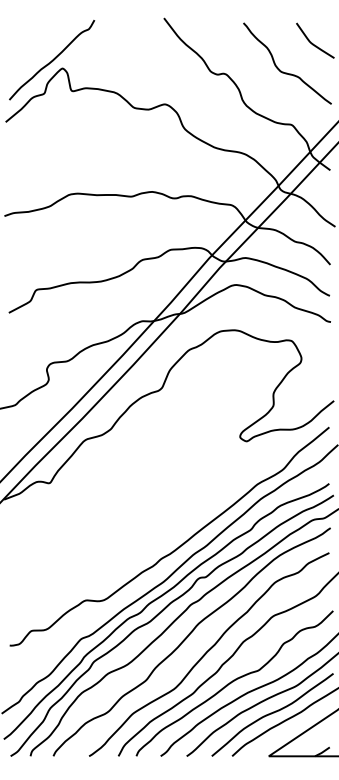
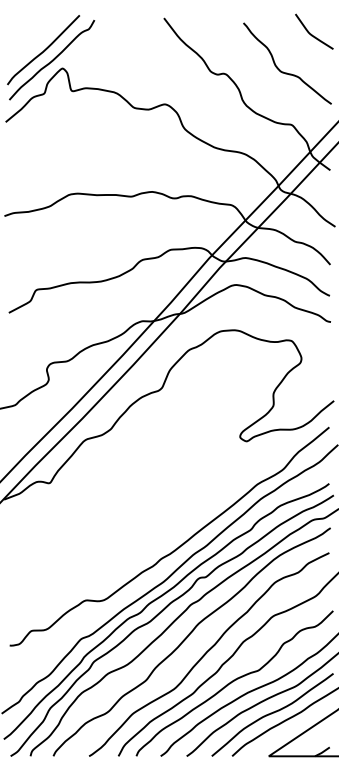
curve at (312, 42) position: (312, 42) -> (311, 33)
curve at (43, 50): none -> present
